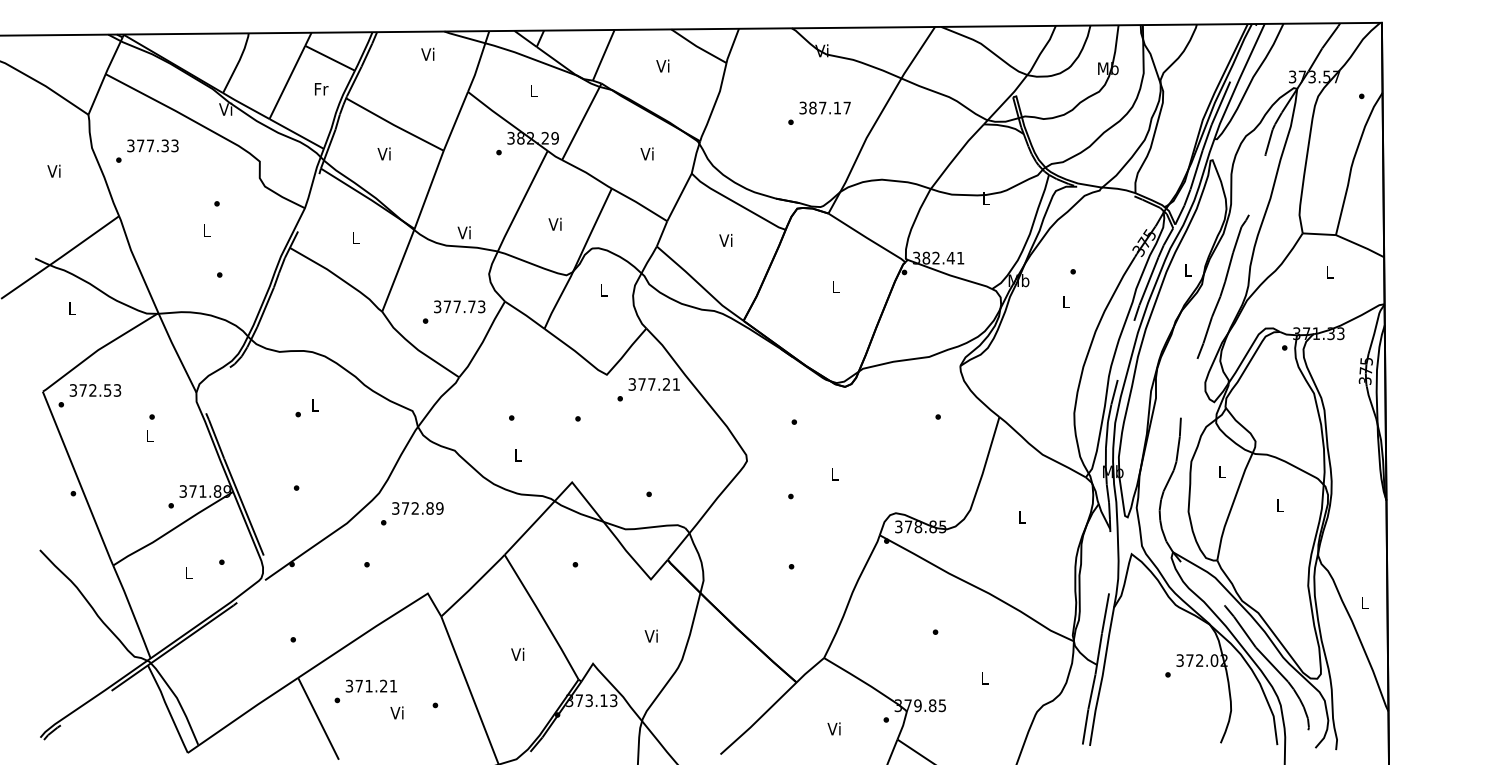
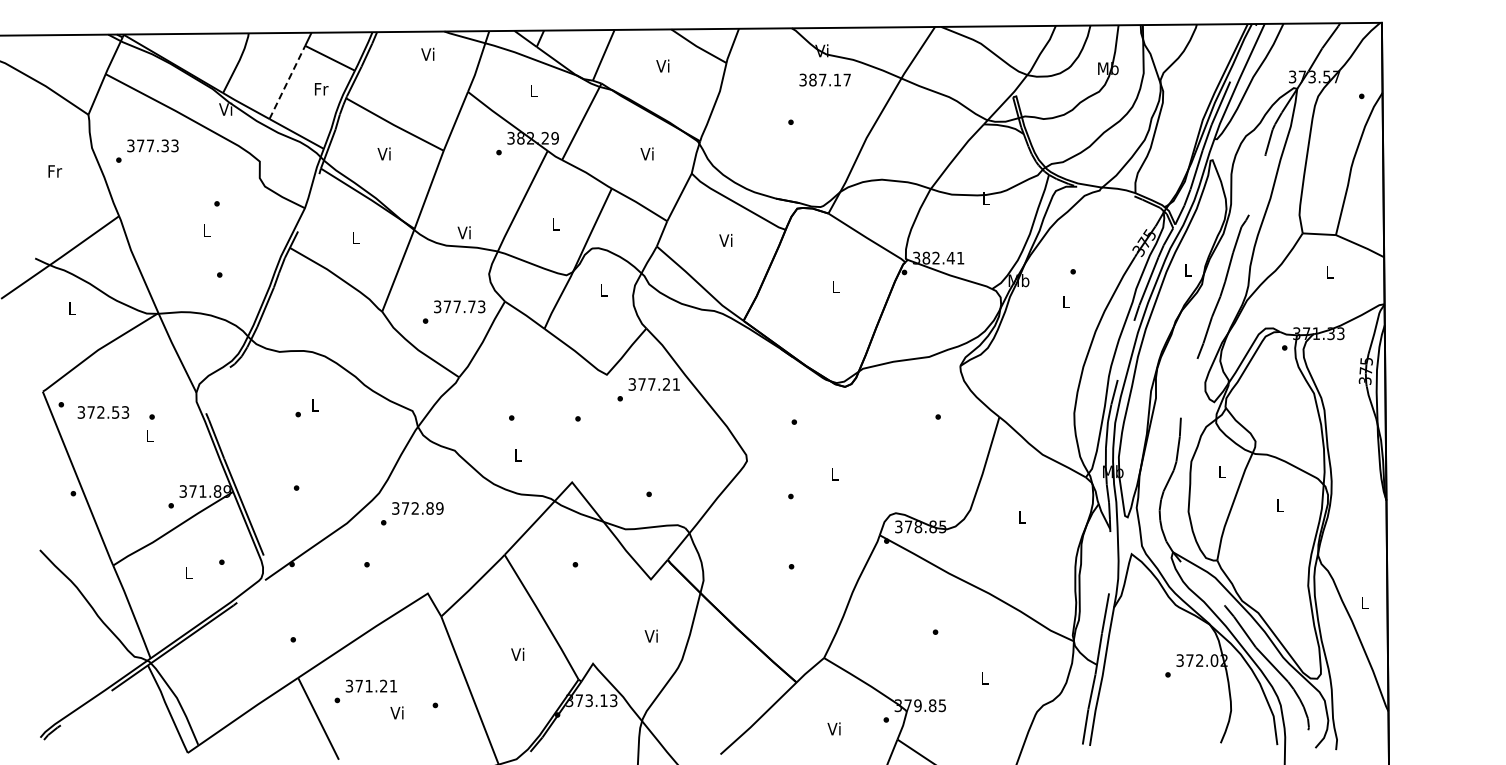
line at (287, 82): solid -> dashed
text at (824, 107) position: (824, 107) -> (824, 79)
text at (54, 170): Vi -> Fr
text at (554, 223): Vi -> L
text at (95, 390) position: (95, 390) -> (103, 412)
